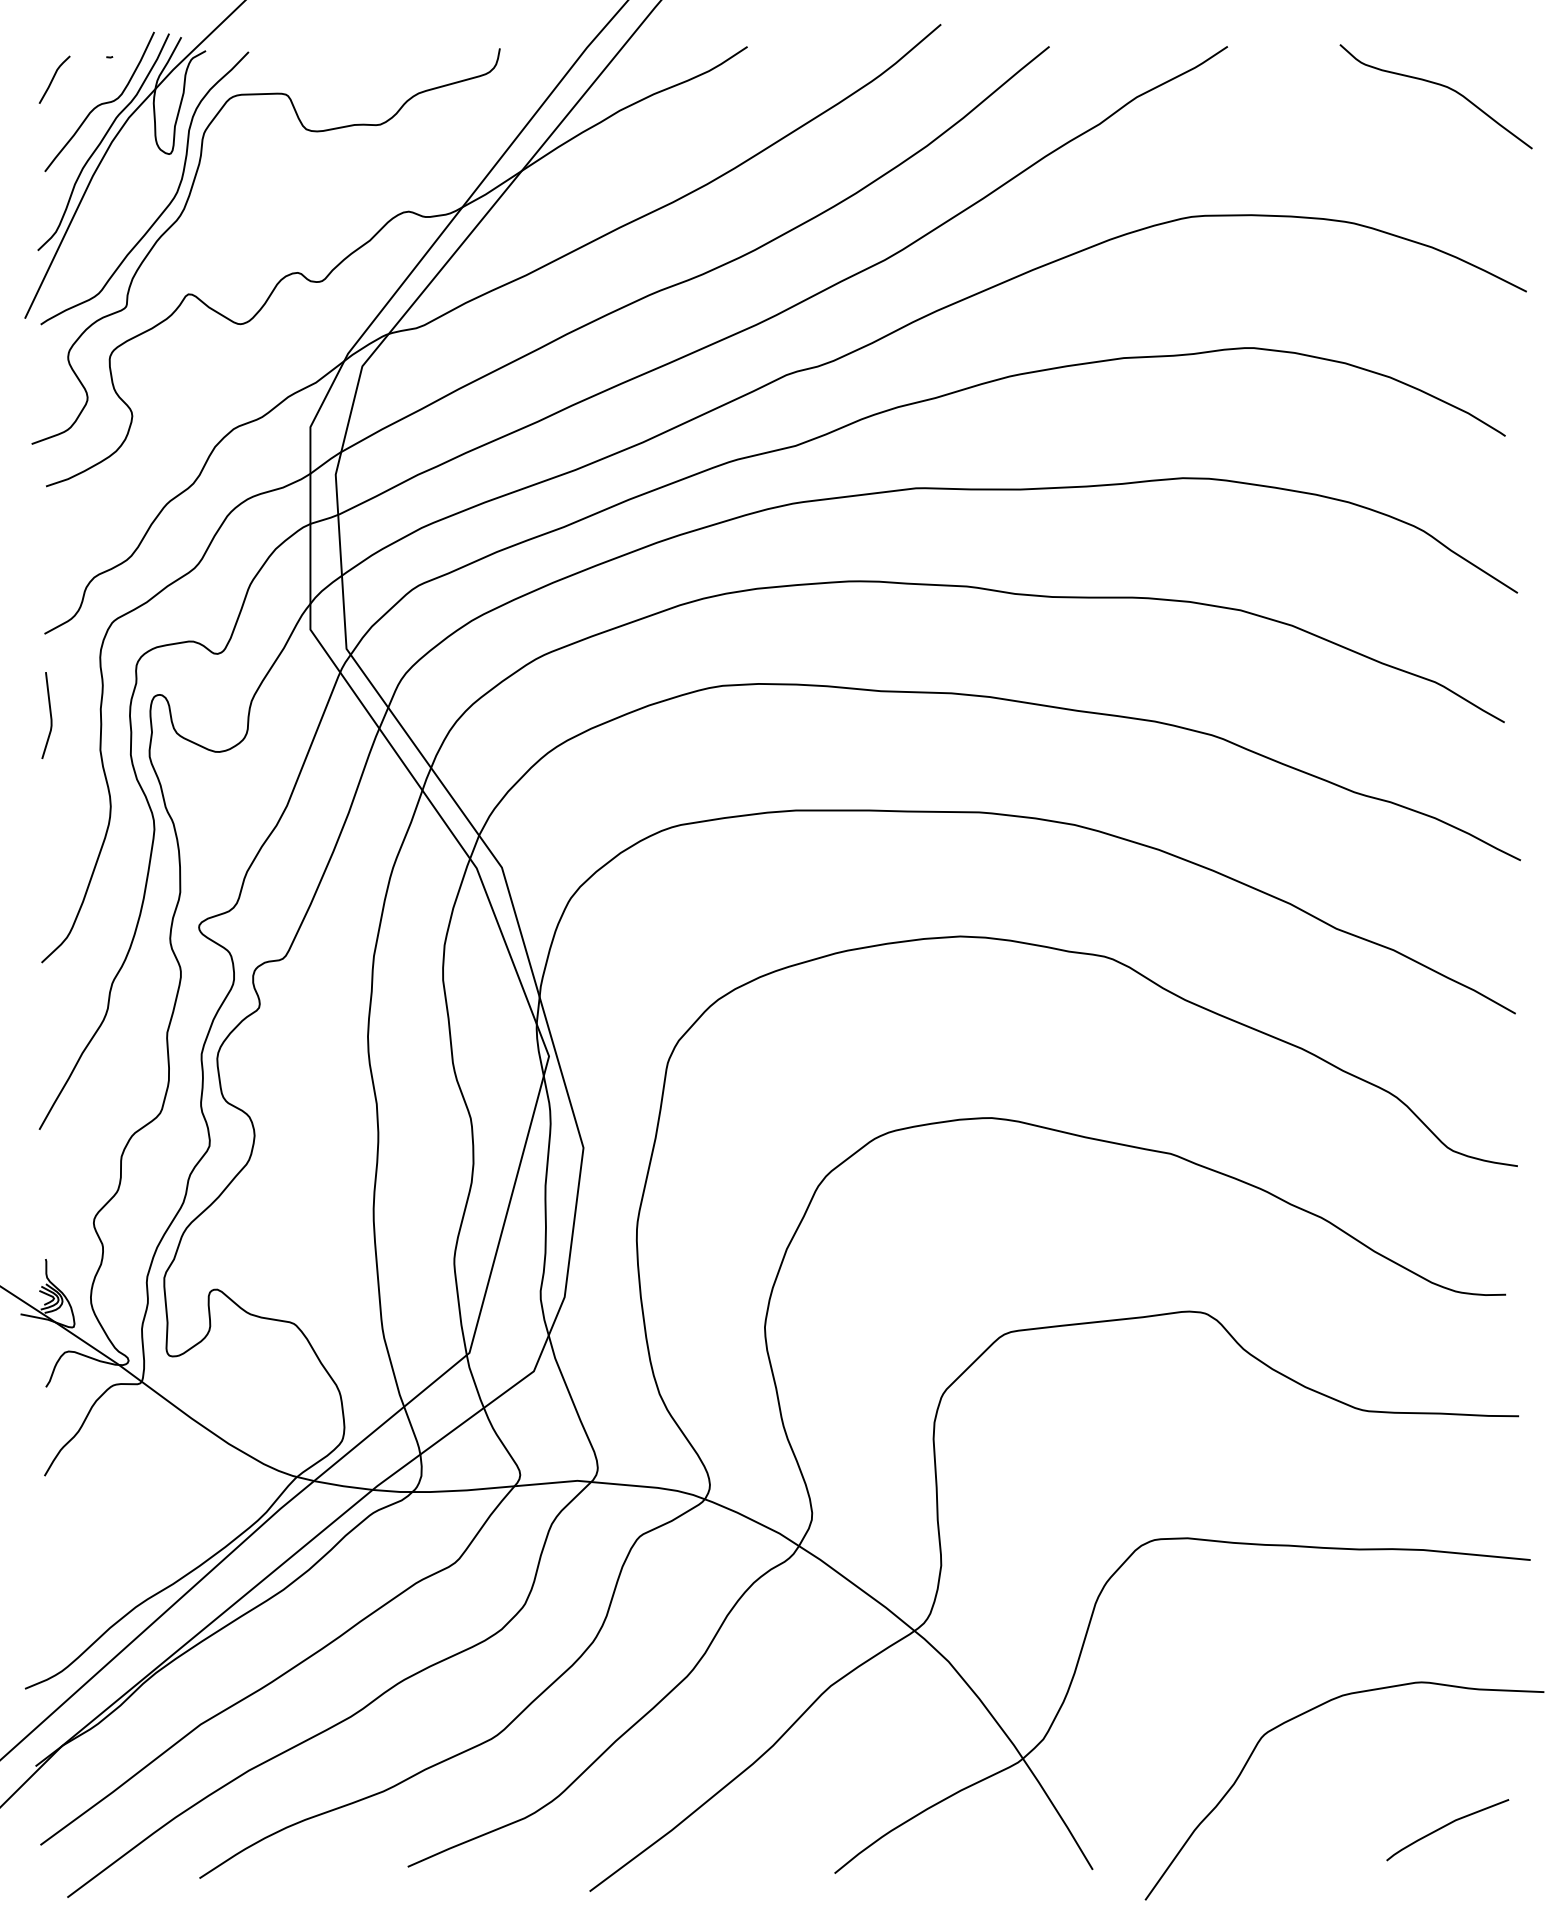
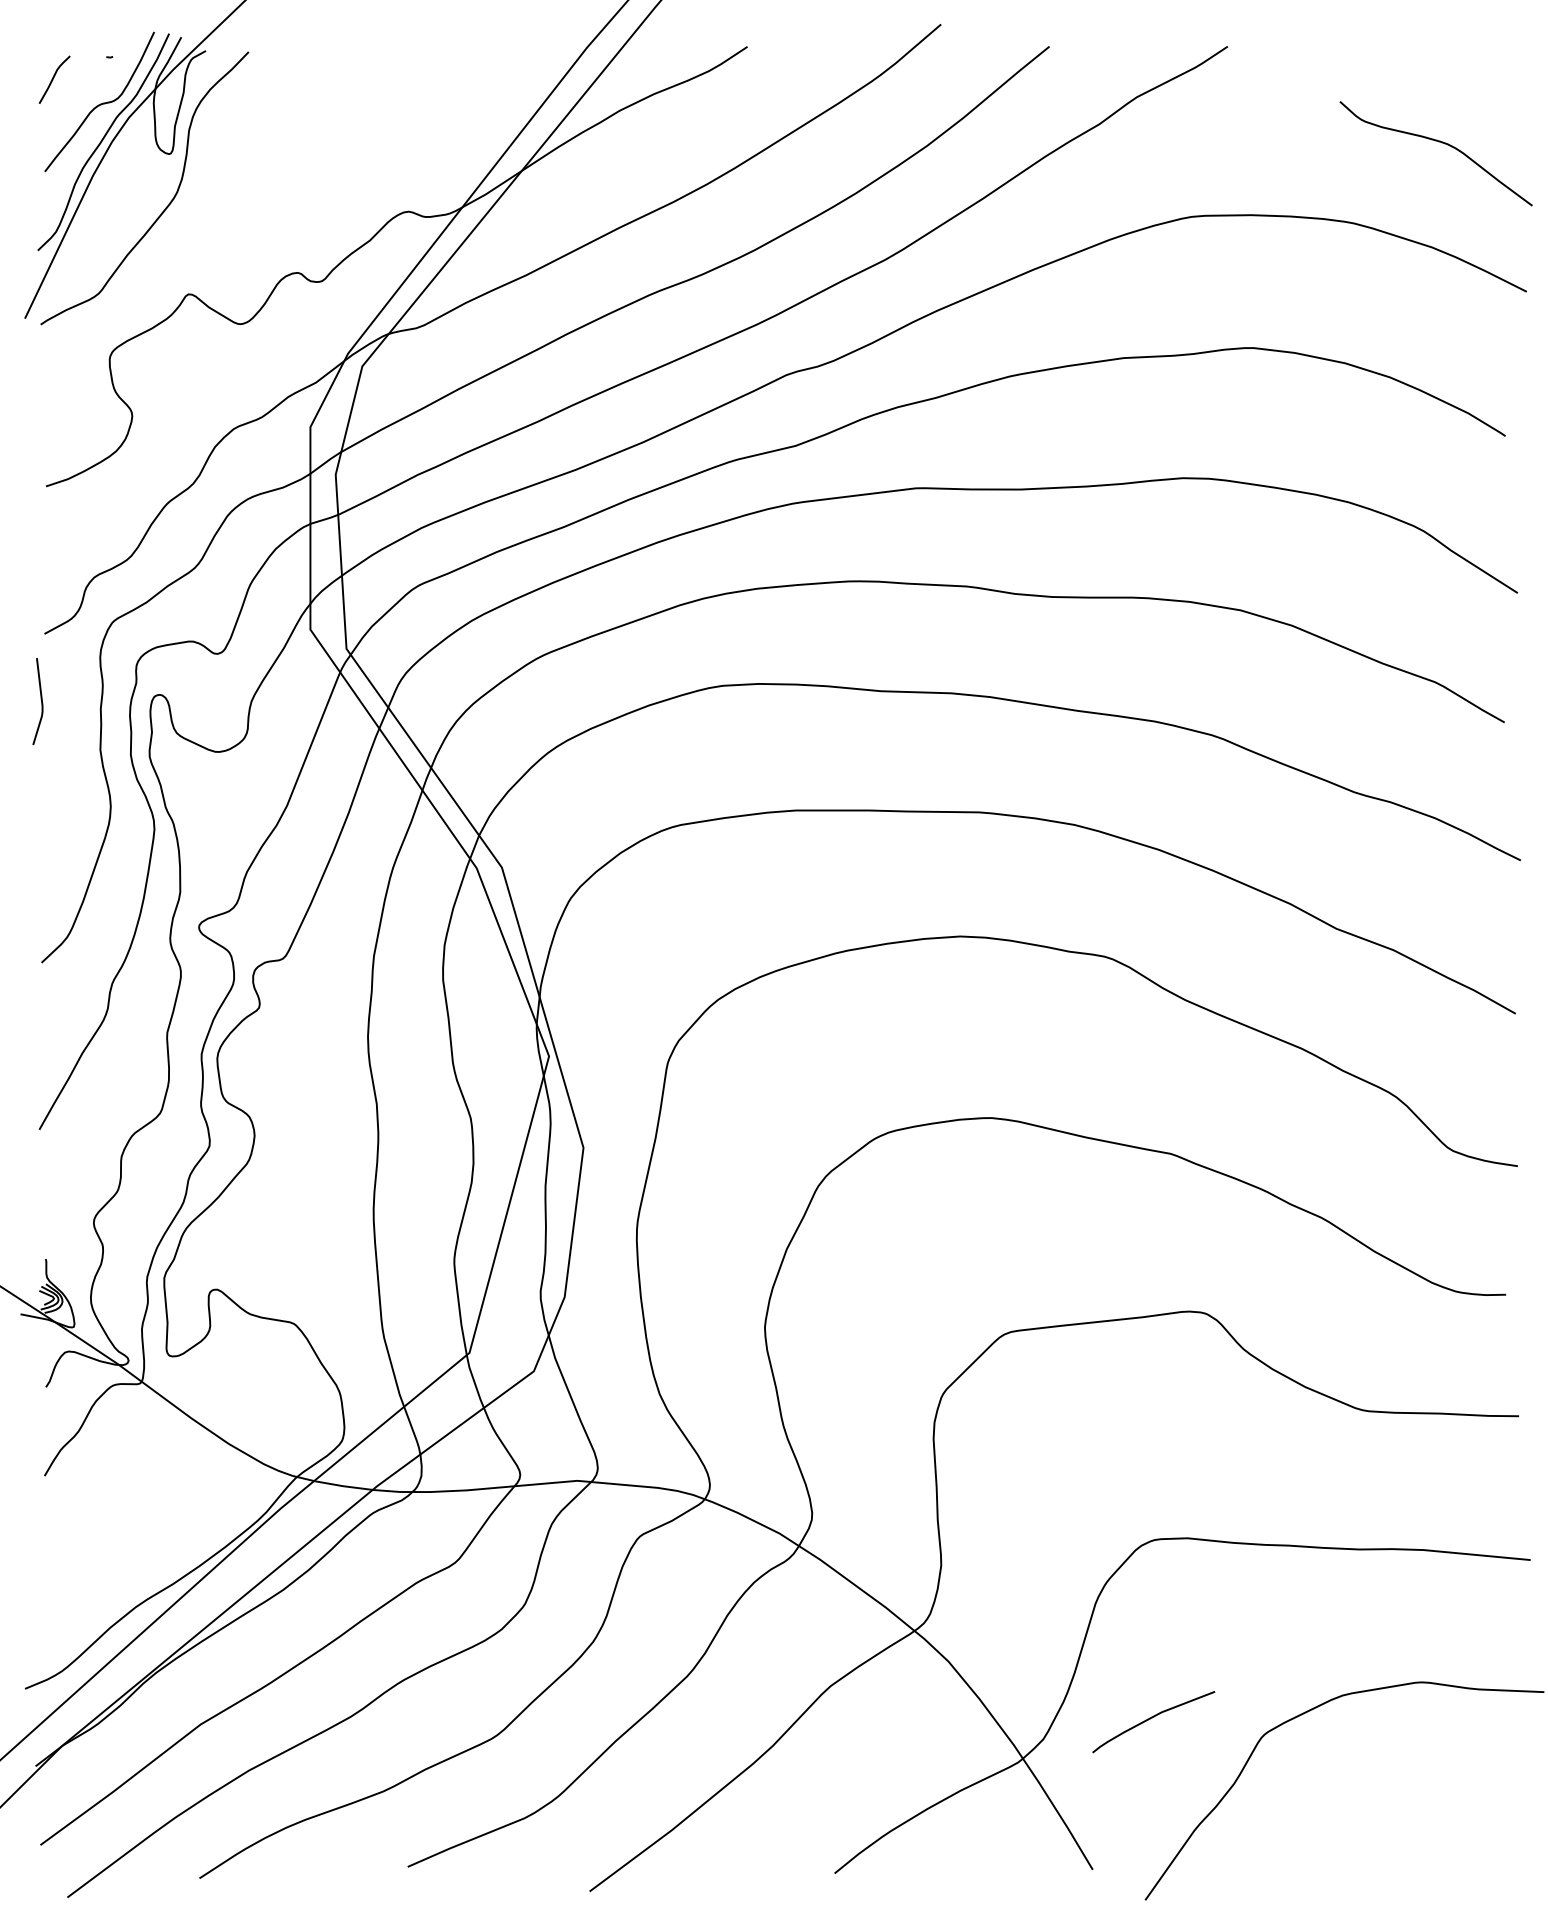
curve at (1438, 85) position: (1438, 85) -> (1438, 142)
curve at (186, 206): present -> none
line at (49, 713) position: (49, 713) -> (40, 699)
curve at (1446, 1826) position: (1446, 1826) -> (1152, 1718)
